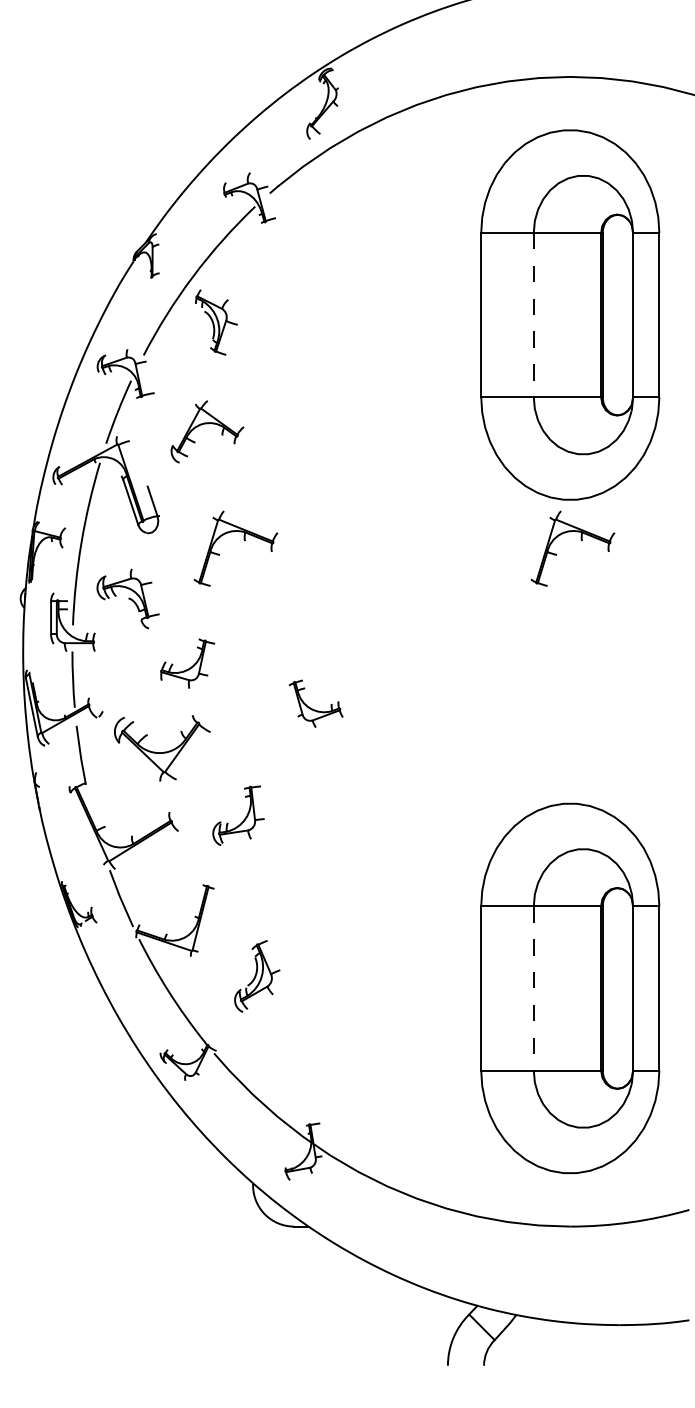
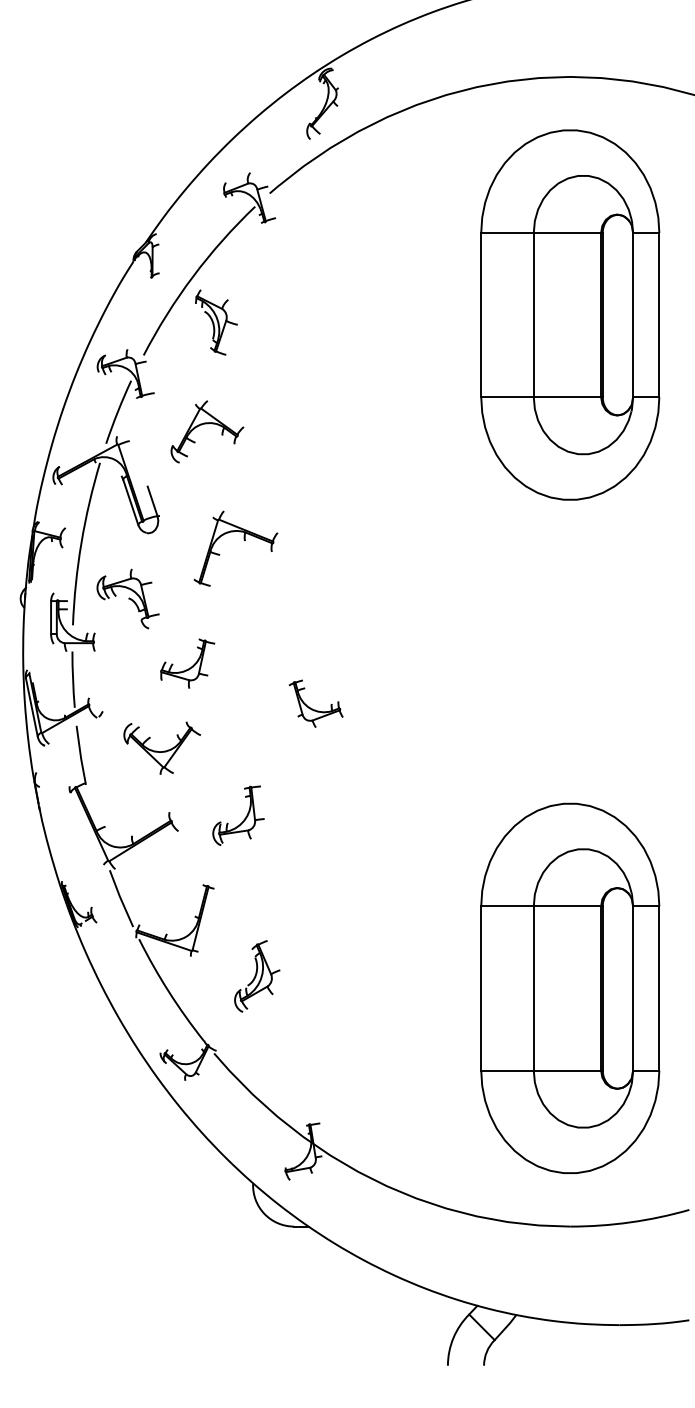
line at (533, 315): dashed -> solid
part at (581, 541): present -> none
part at (162, 748) size: 97x67 px -> 78x54 px
line at (533, 988): dashed -> solid
